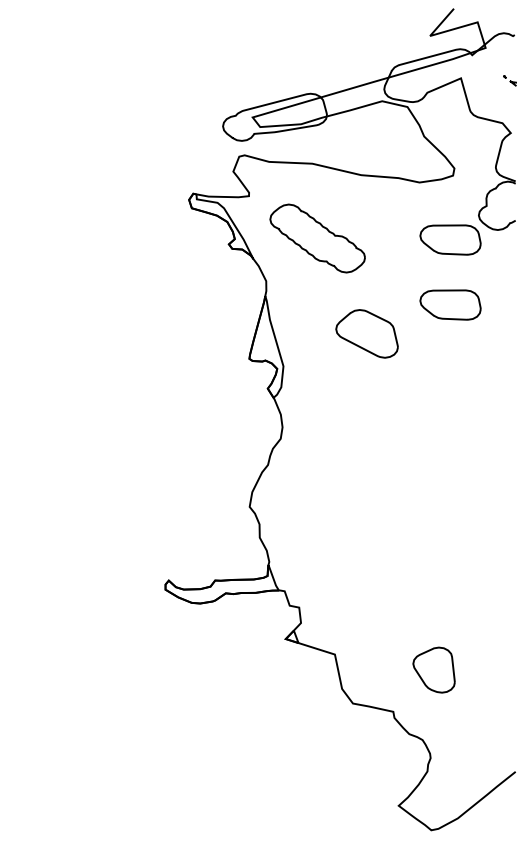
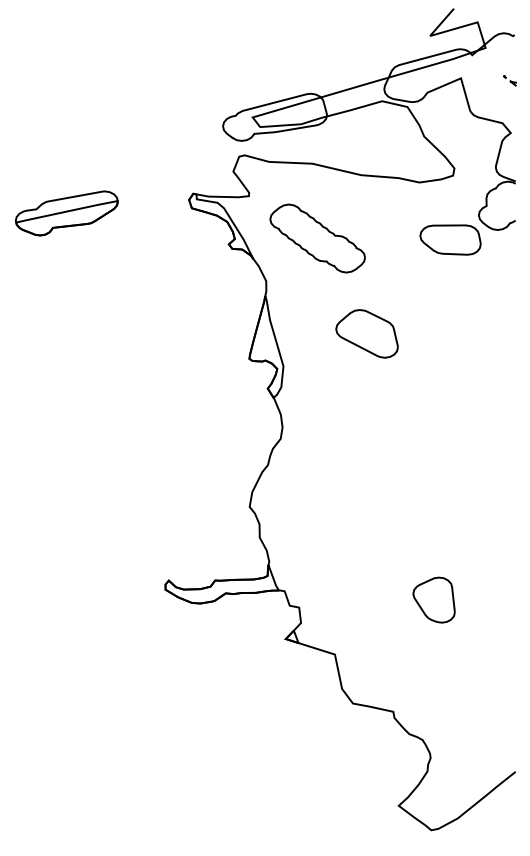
part at (66, 213): none -> present
part at (450, 304): present -> none
part at (433, 669) position: (433, 669) -> (433, 599)
